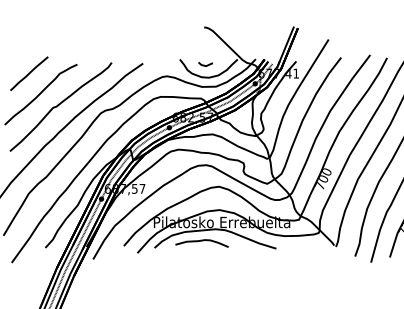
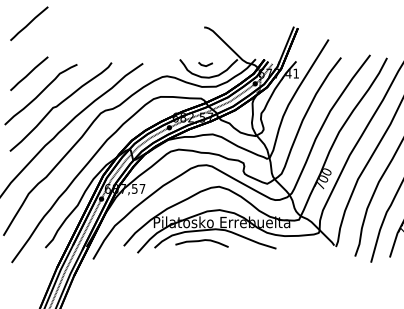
line at (29, 23): none -> present
